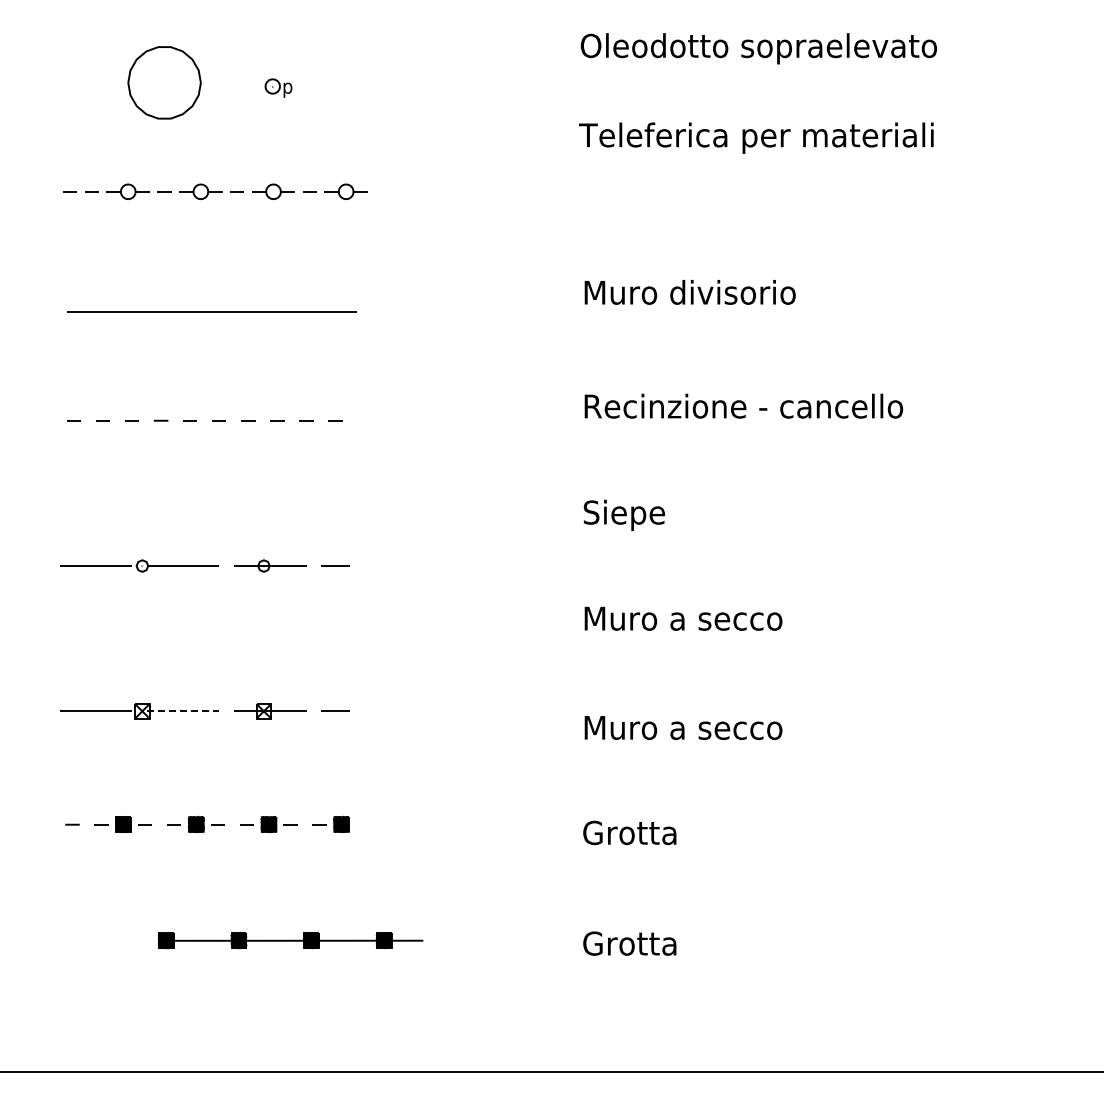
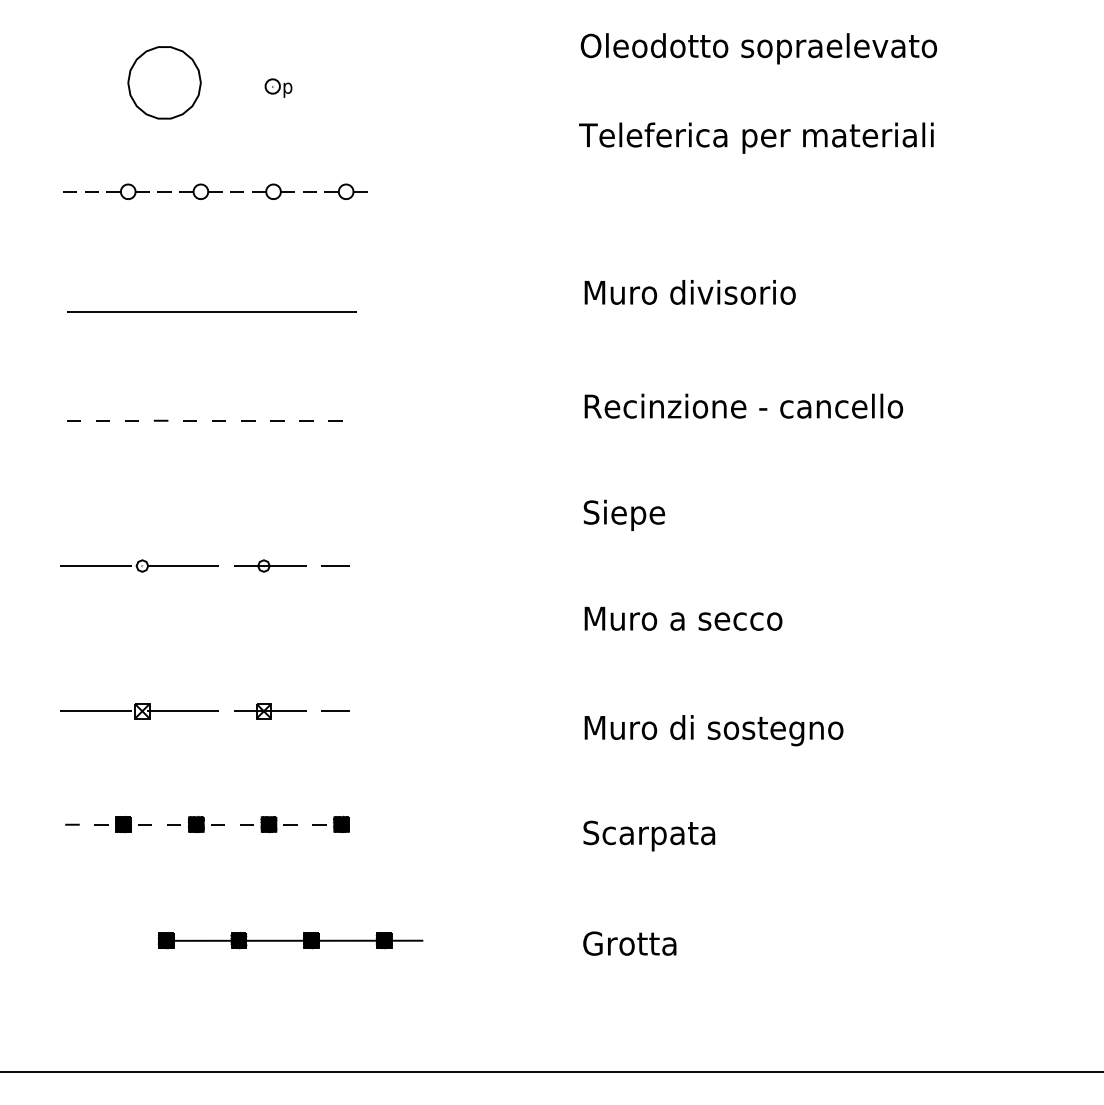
line at (183, 711): dashed -> solid
text at (756, 730): Muro a secco -> Muro di sostegno
text at (649, 835): Grotta -> Scarpata
